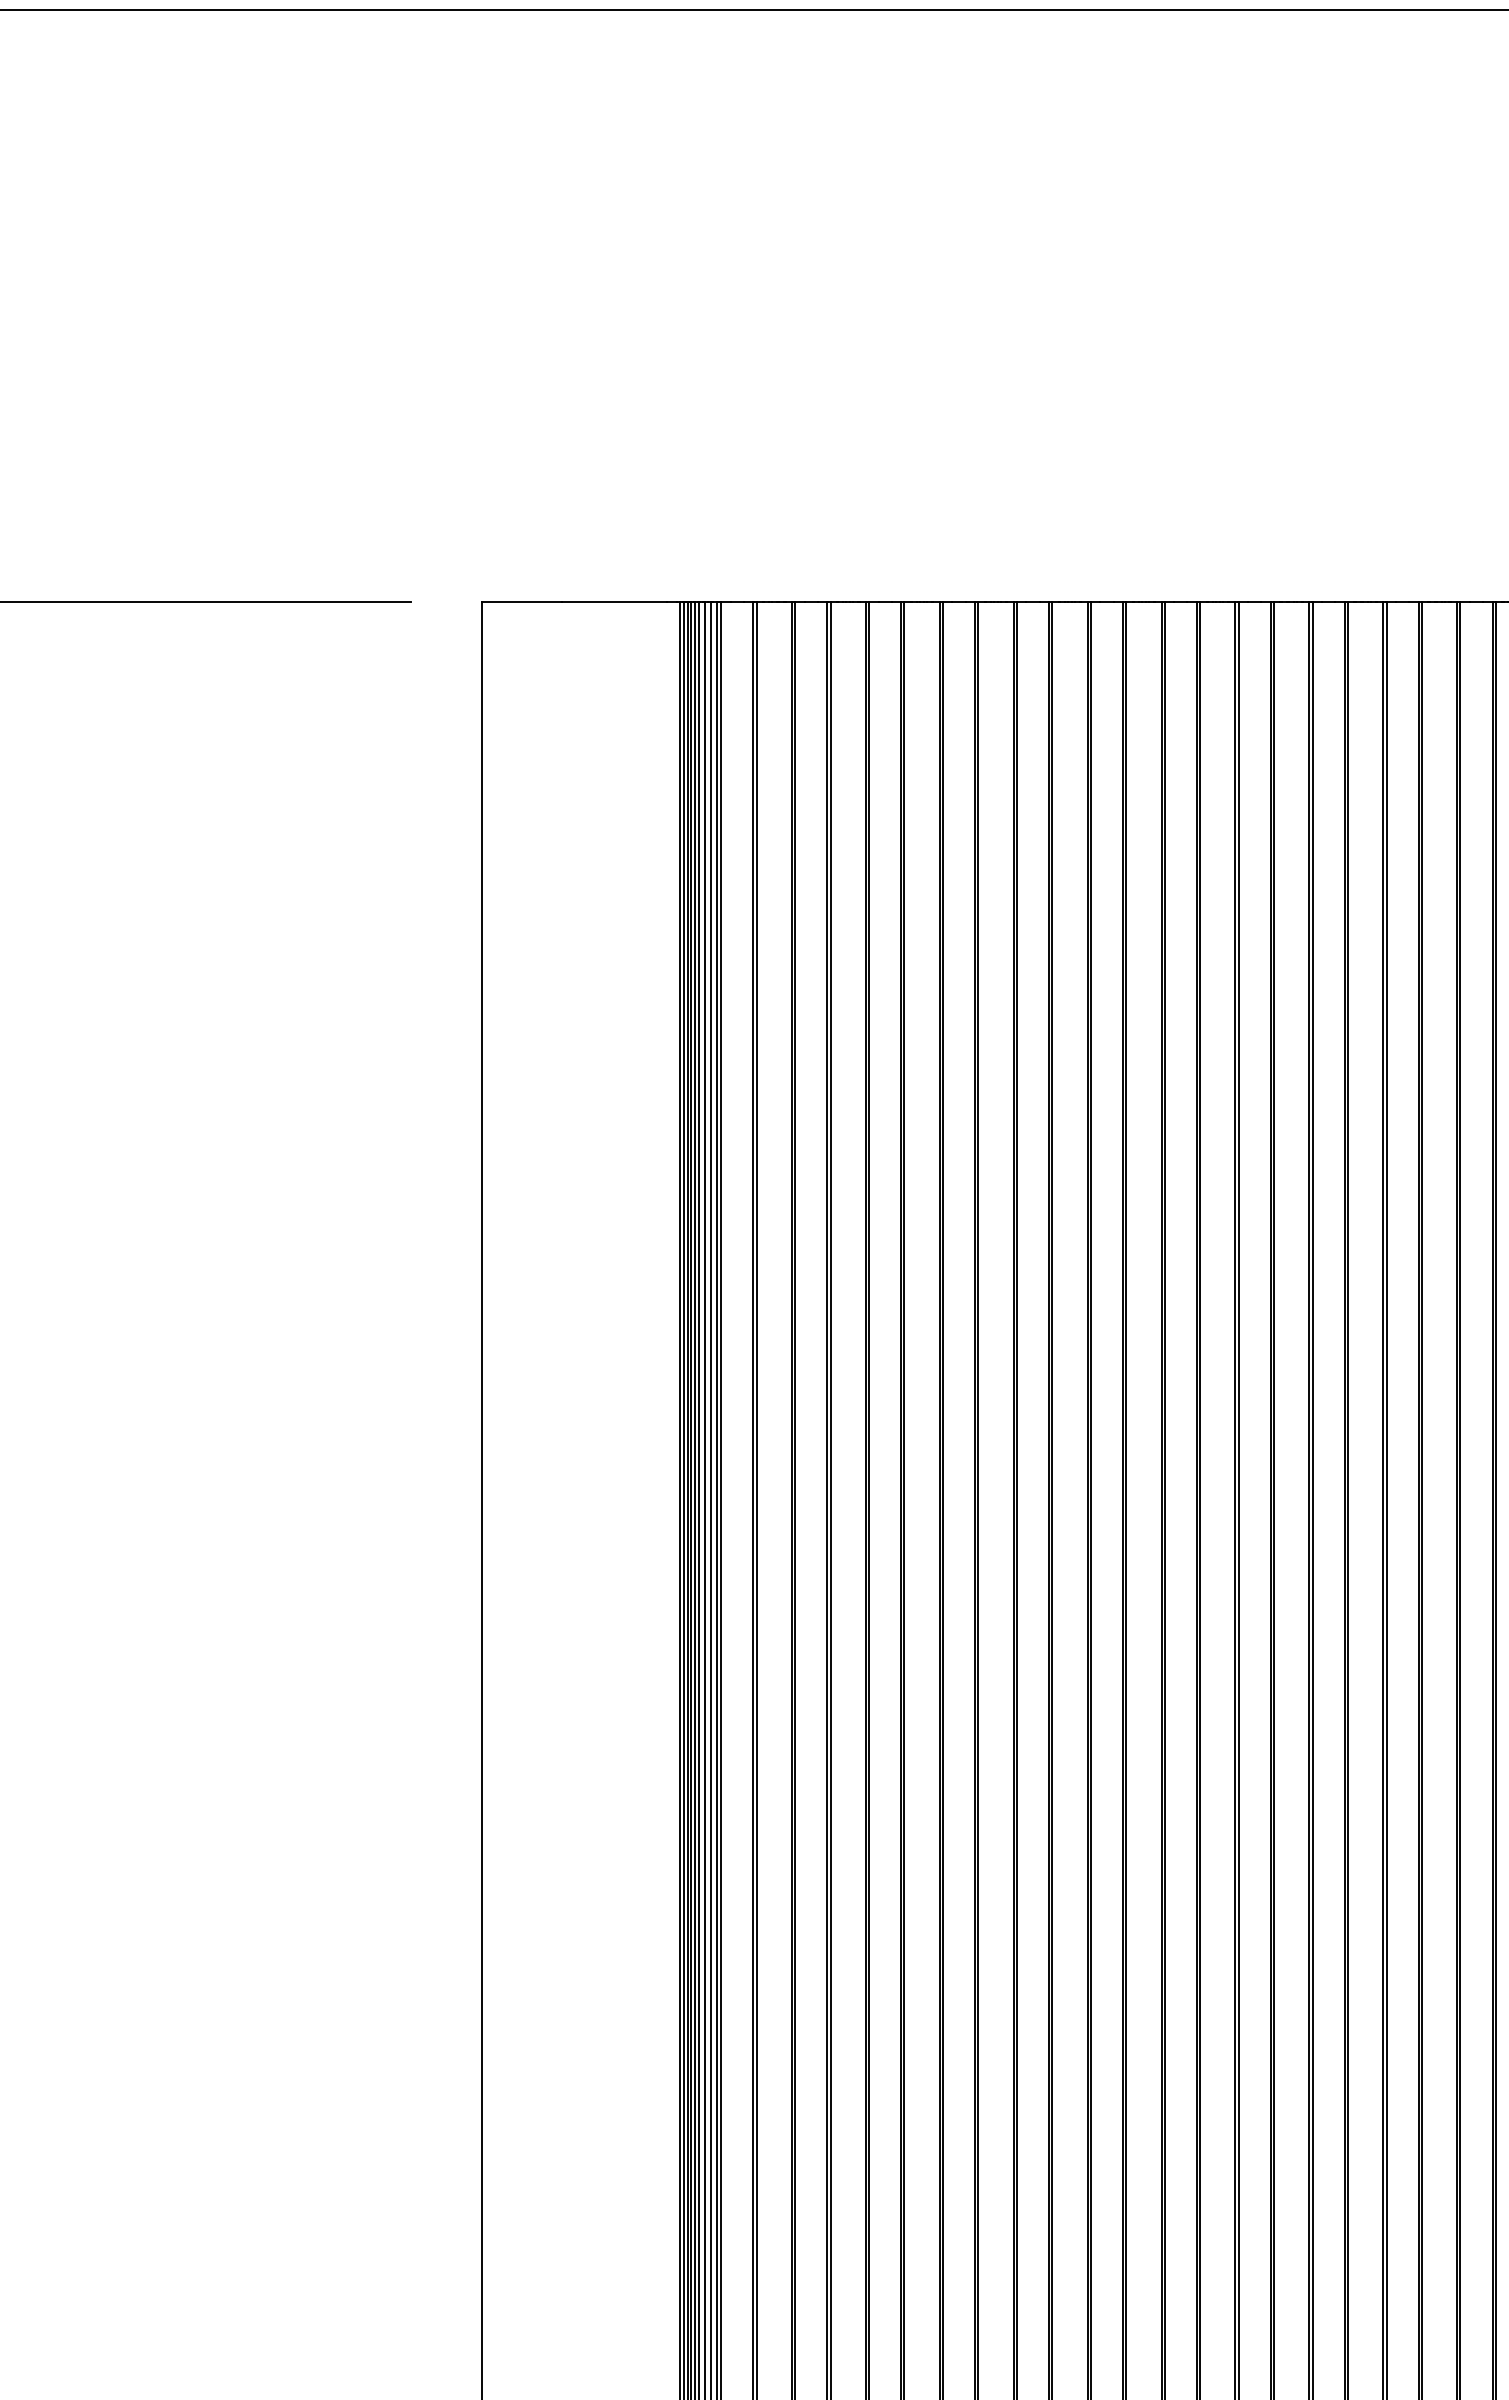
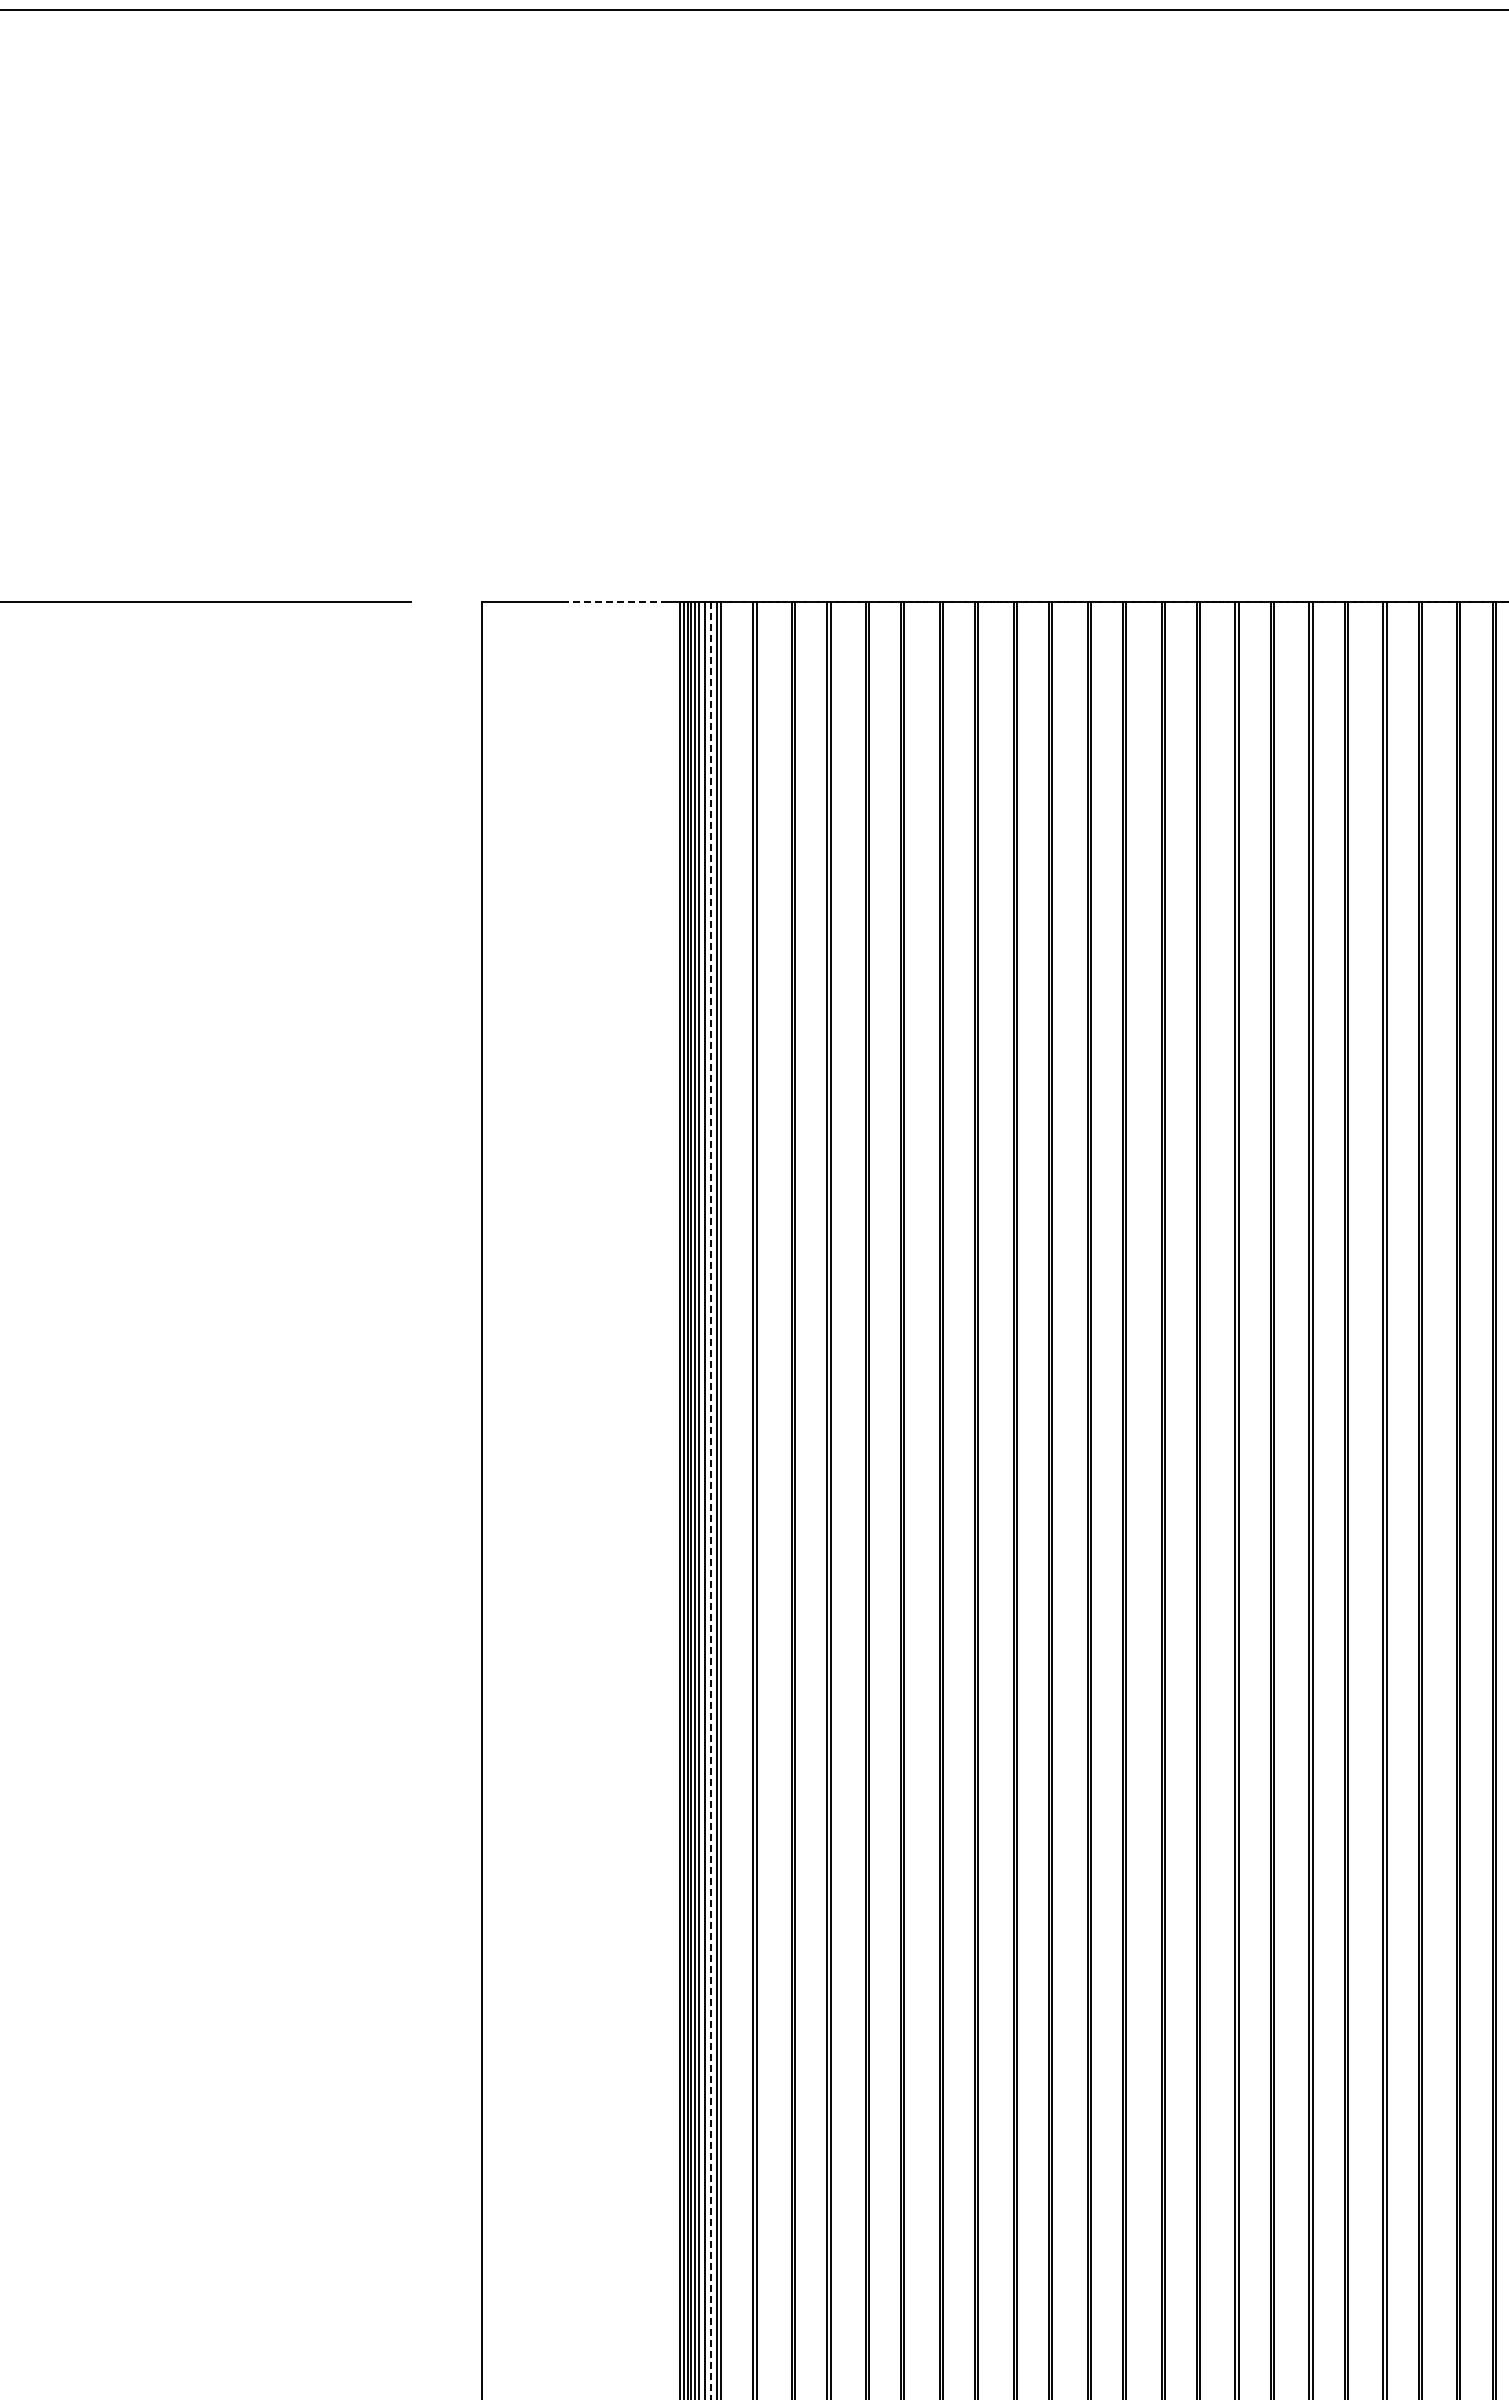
line at (615, 601): solid -> dashed
line at (710, 1500): solid -> dashed
